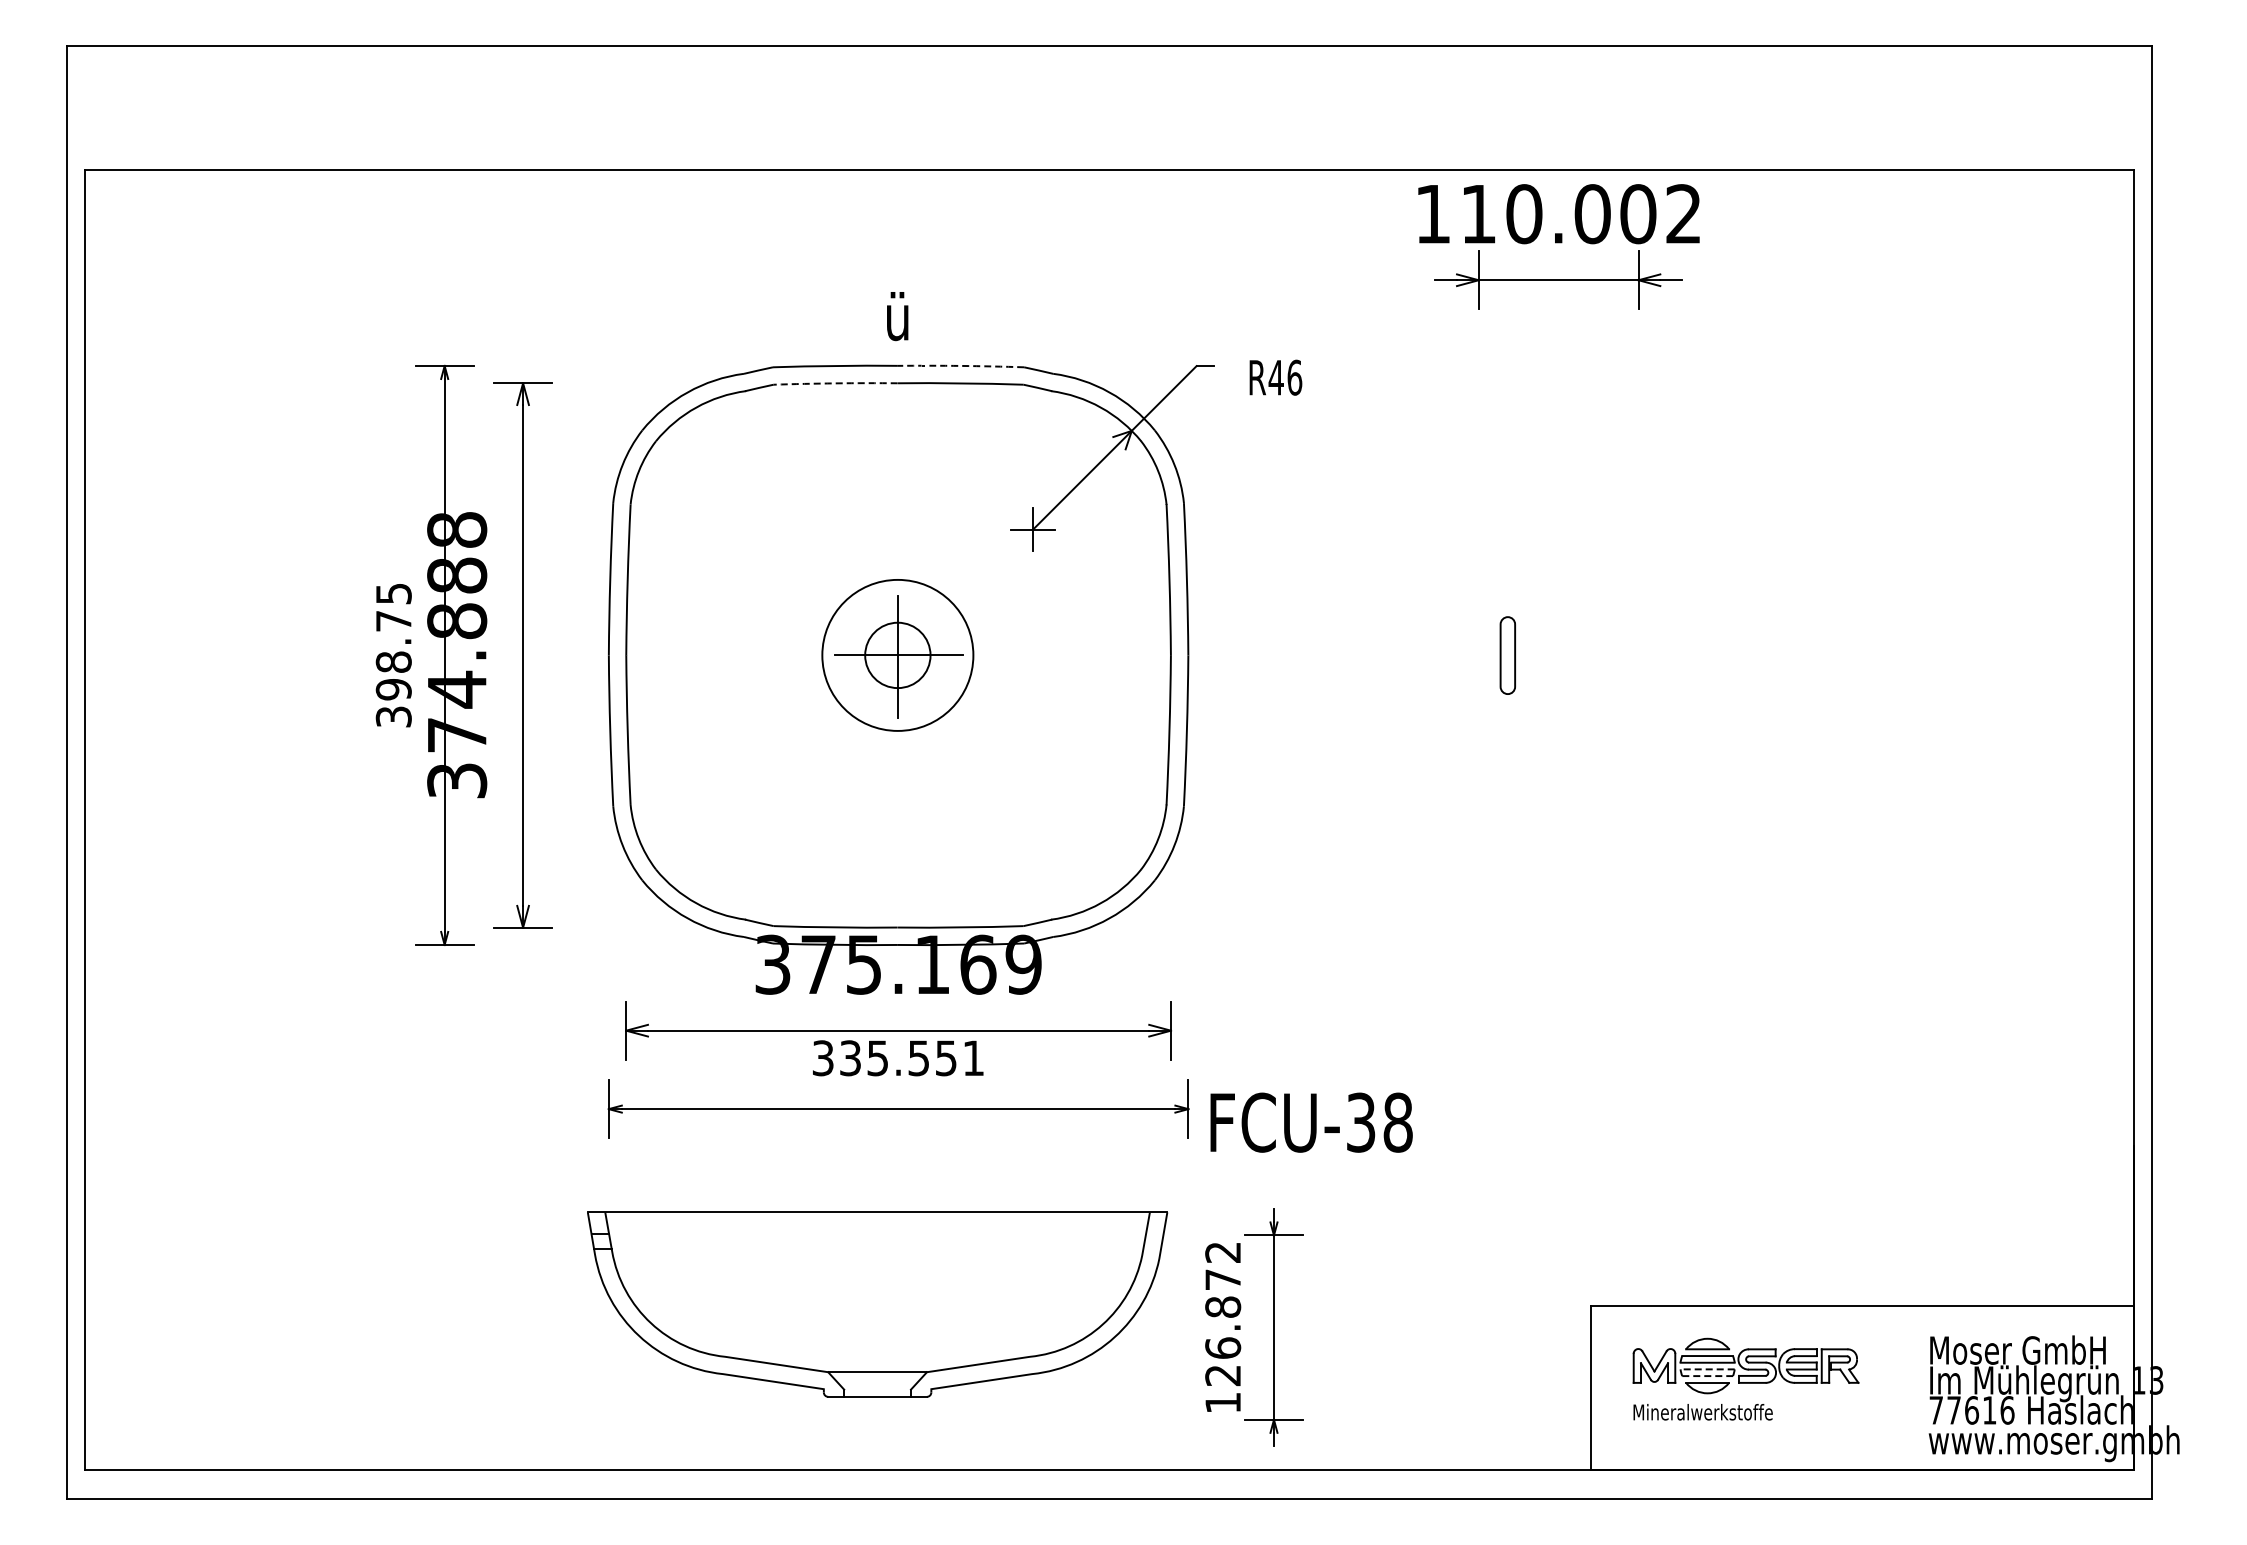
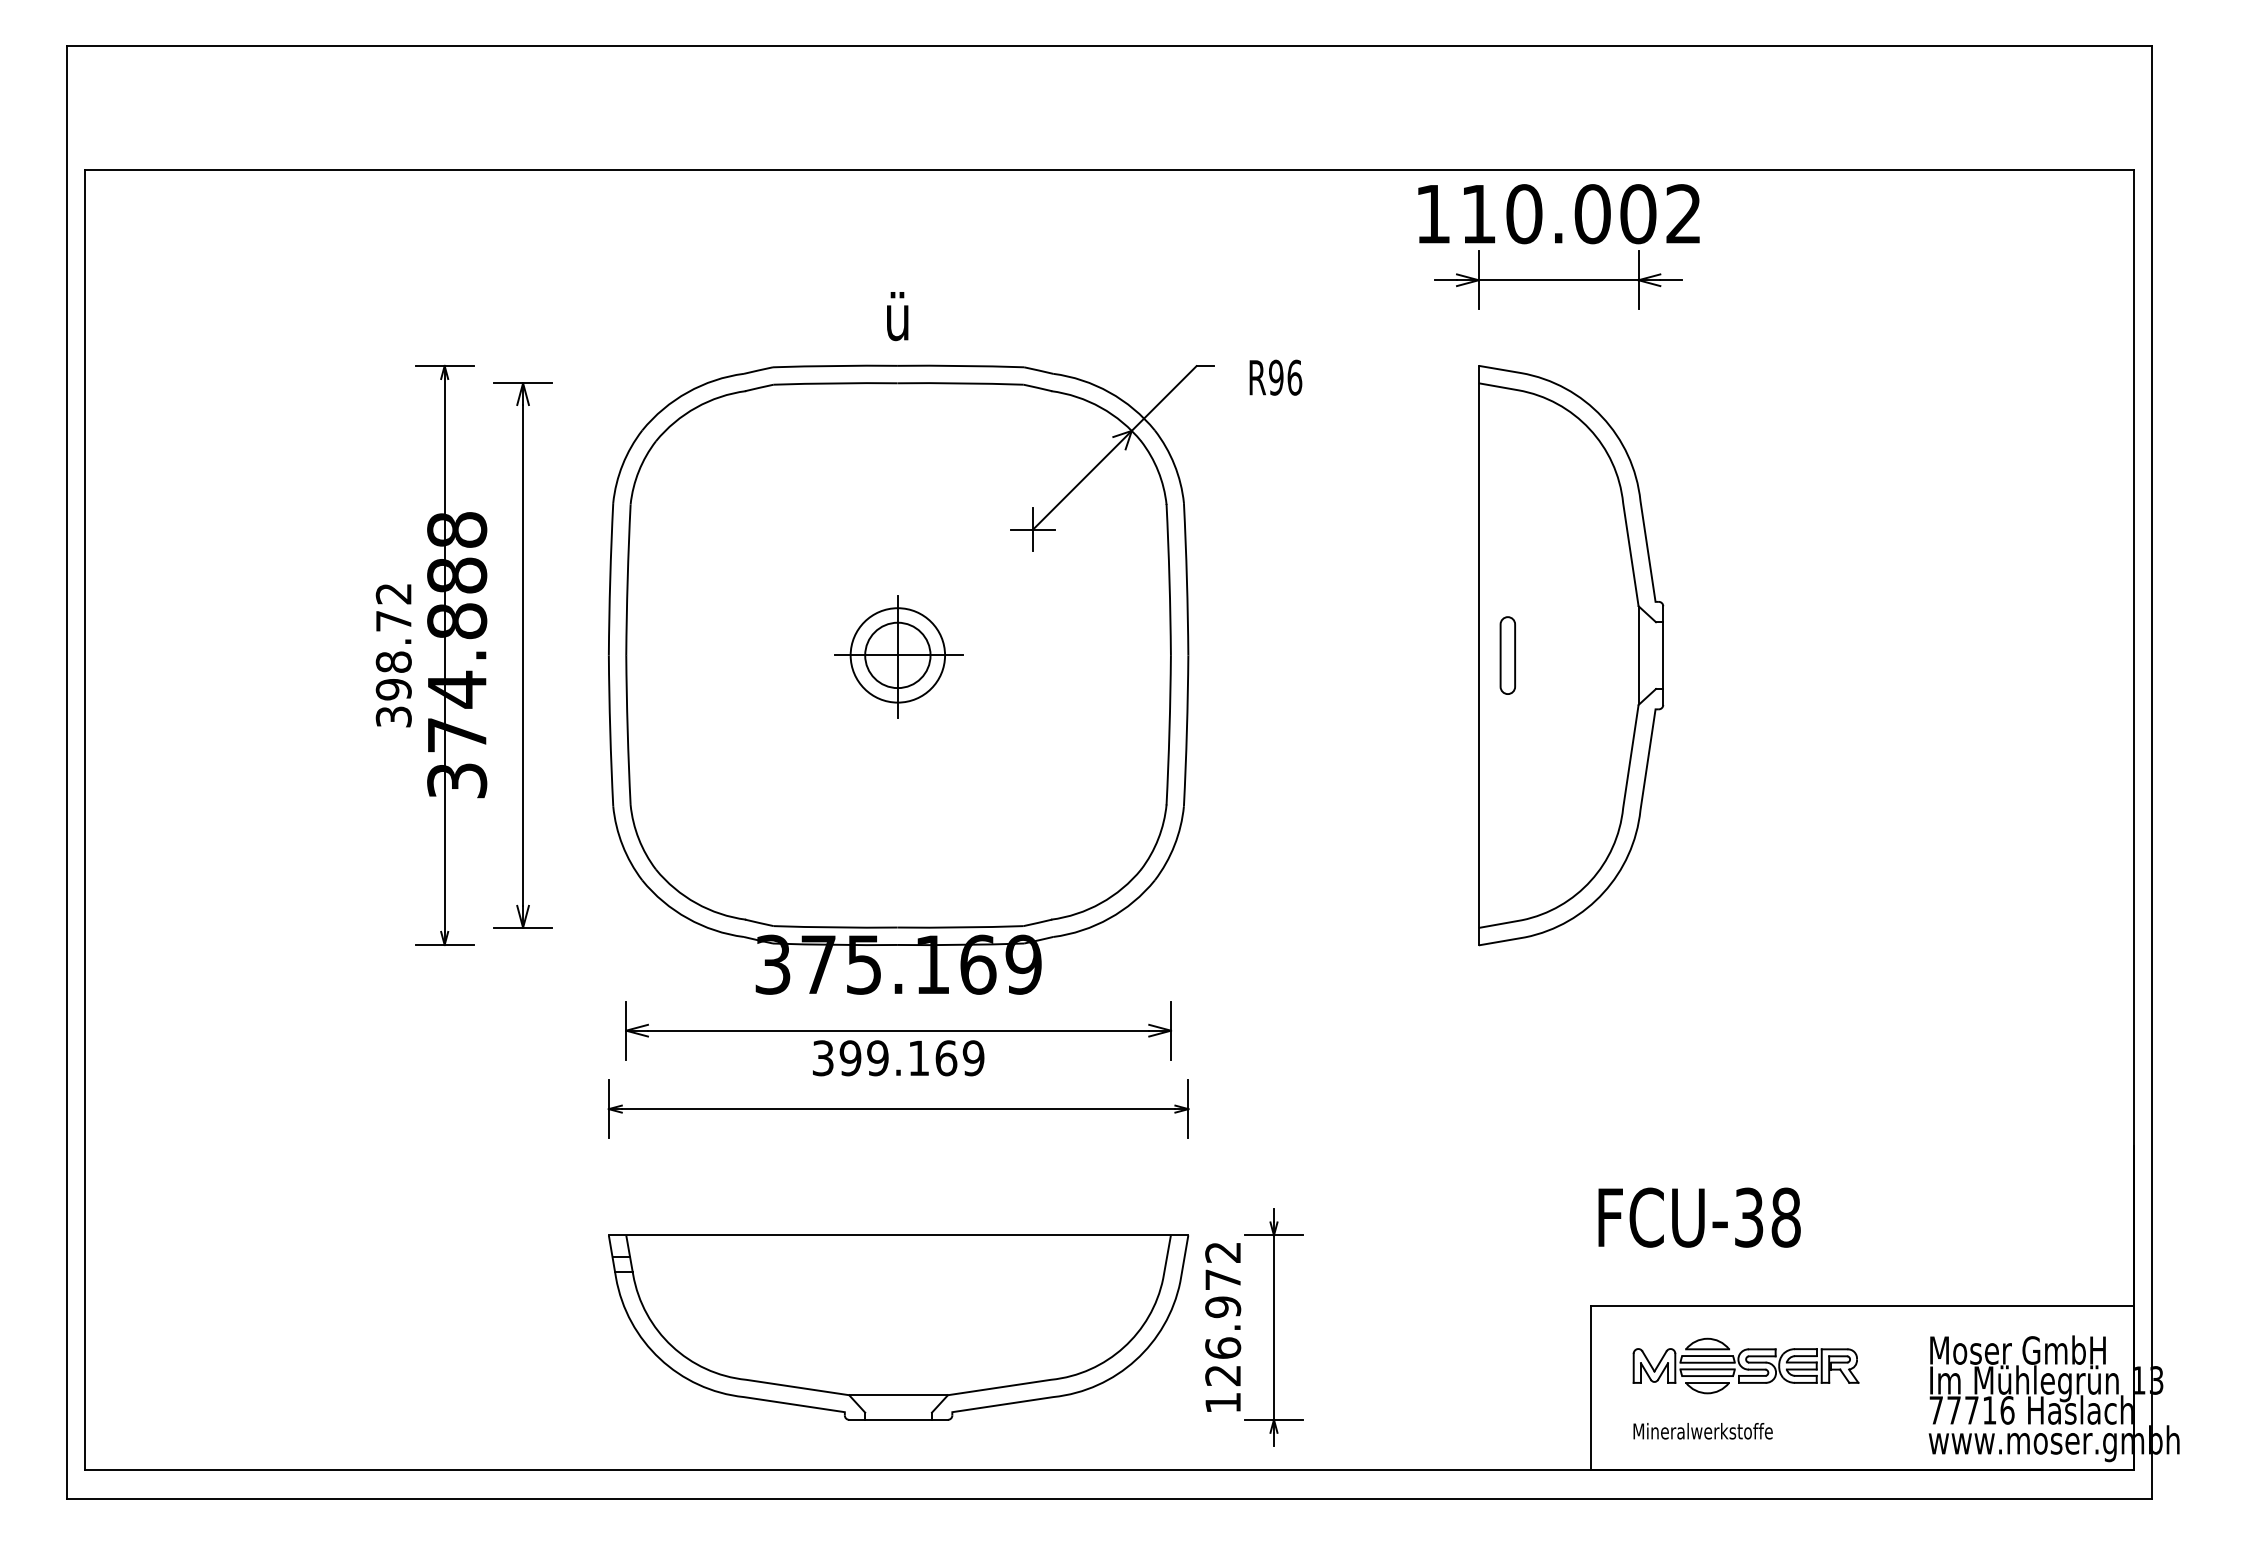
arc at (961, 365): dashed -> solid
text at (1275, 377): R46 -> R96
arc at (835, 383): dashed -> solid
text at (393, 594): 398.75 -> 398.72
circle at (897, 654) diameter: 151 px -> 94 px
part at (1571, 655): none -> present
text at (911, 1058): 335.551 -> 399.169
text at (1311, 1122) position: (1311, 1122) -> (1699, 1217)
part at (877, 1304) position: (877, 1304) -> (898, 1327)
text at (1223, 1307): 126.872 -> 126.972
line at (1707, 1369): dashed -> solid
line at (1708, 1376): dashed -> solid
text at (1972, 1410): 77616 -> 77716
text at (1702, 1412) position: (1702, 1412) -> (1702, 1431)
